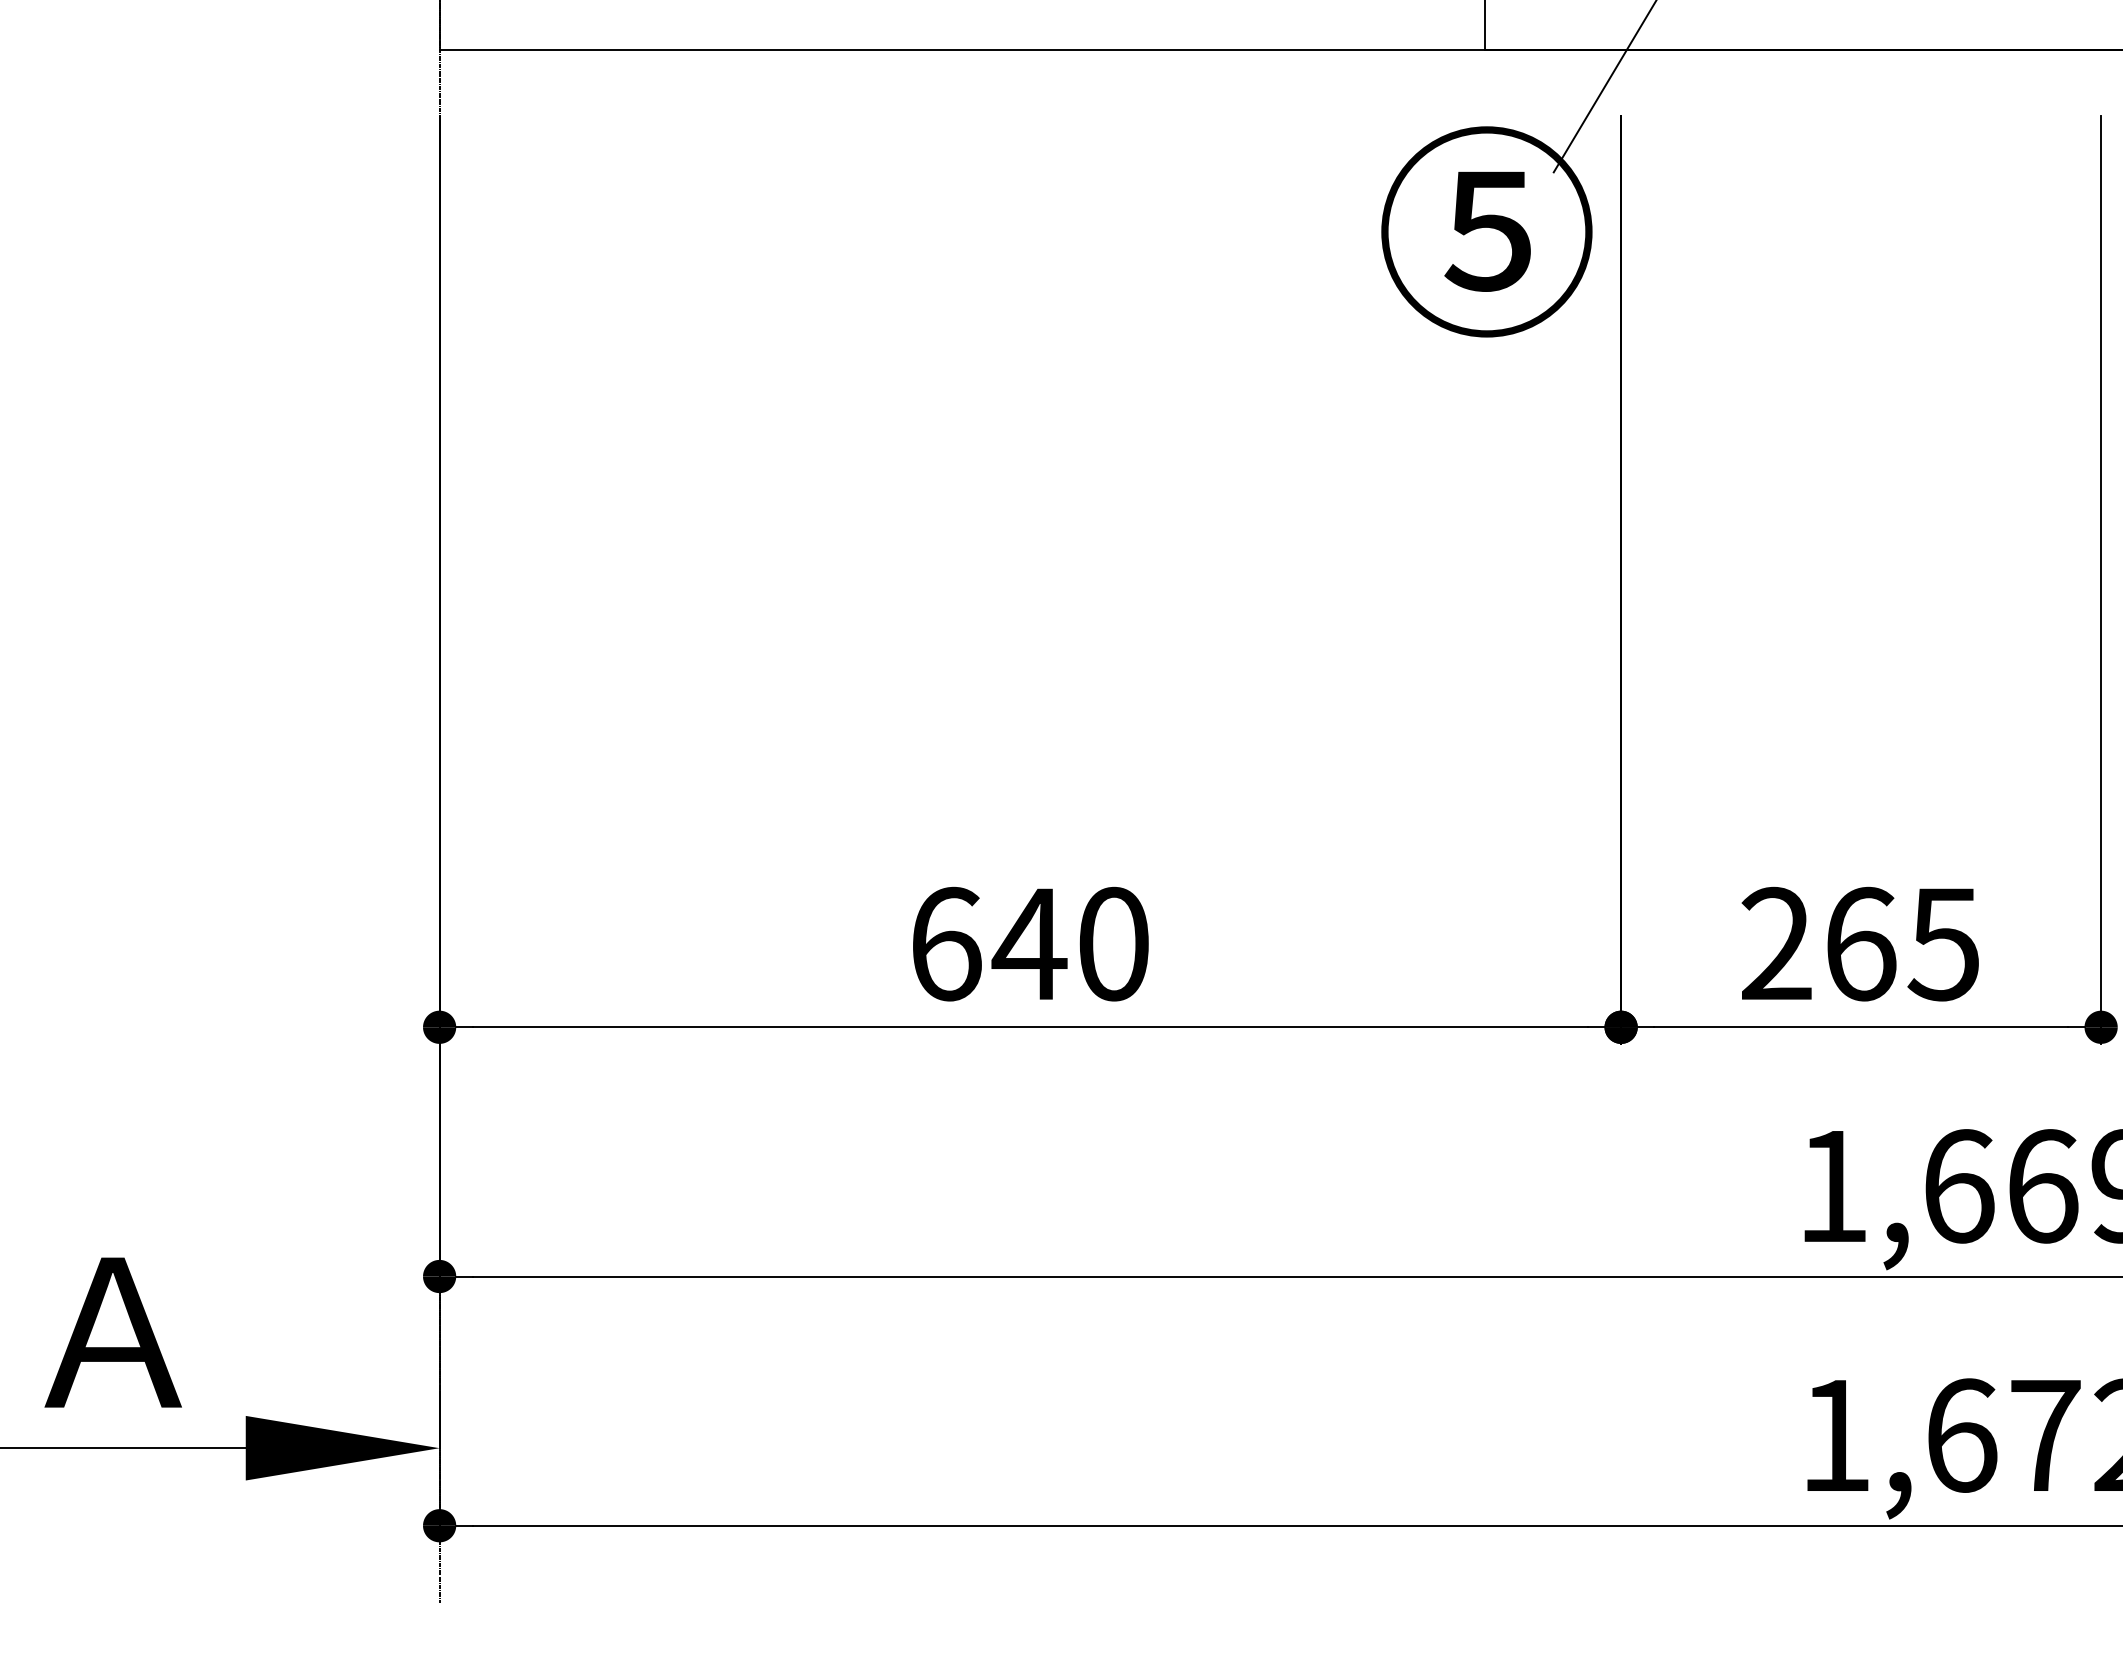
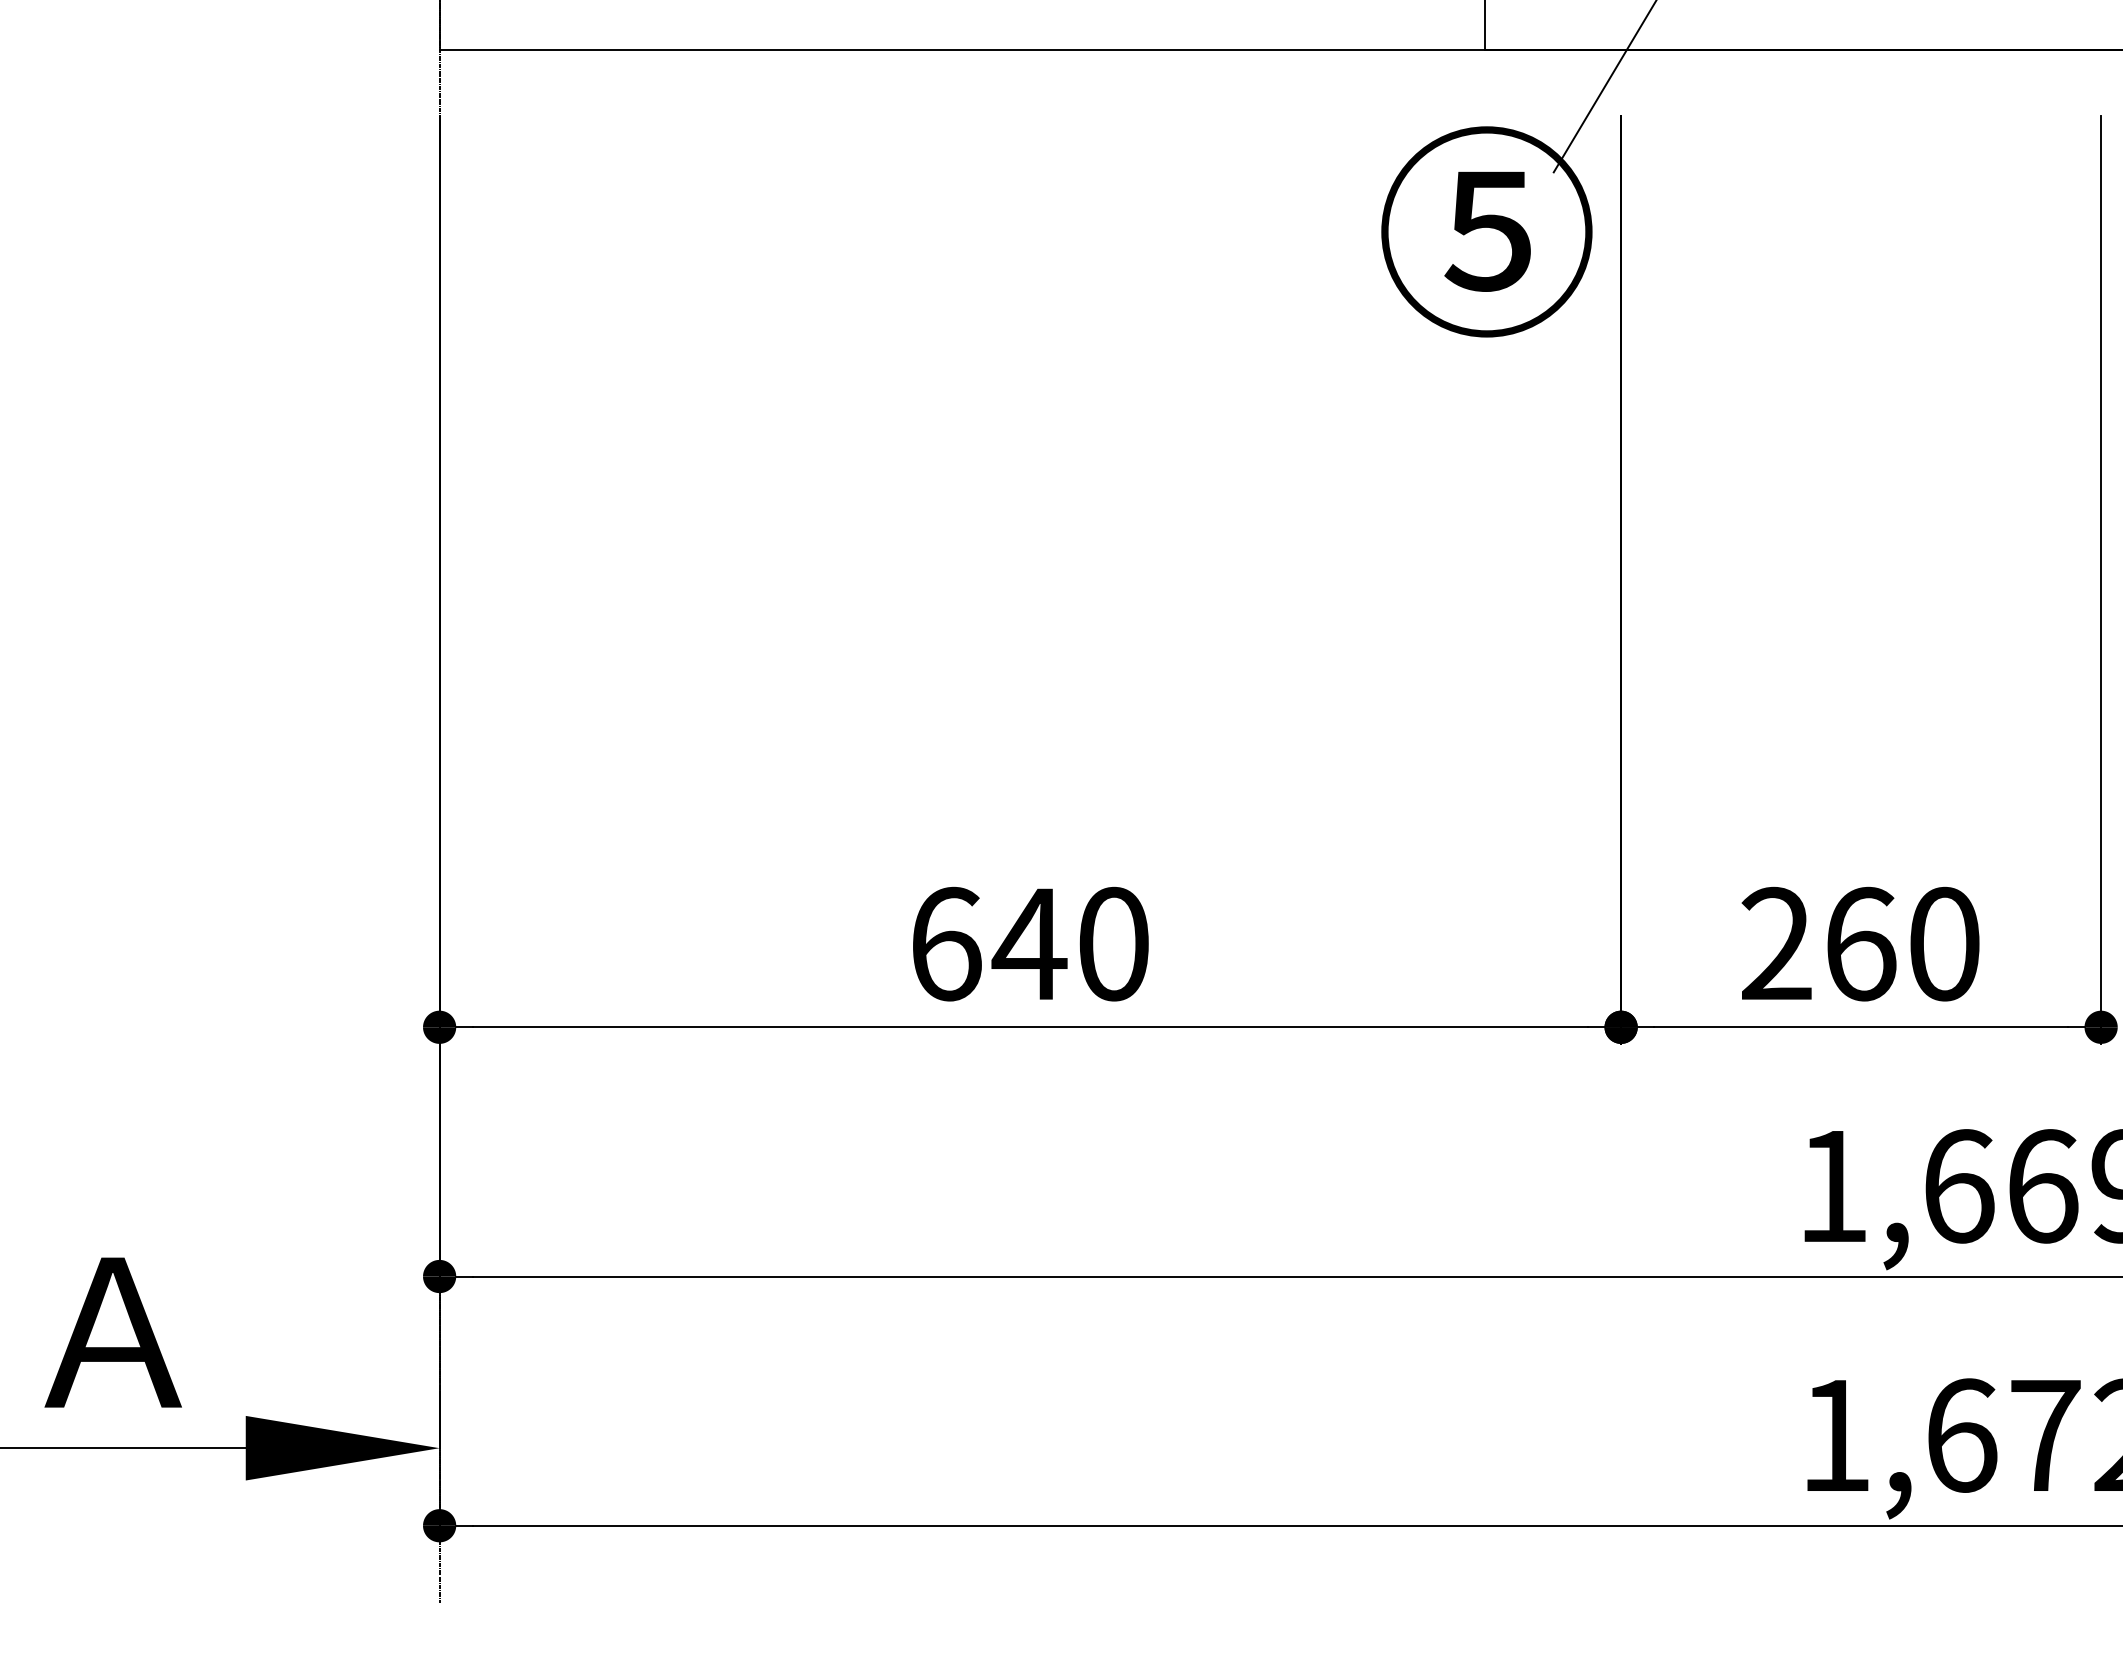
text at (1943, 943): 265 -> 260
